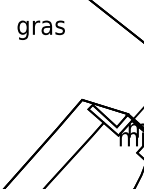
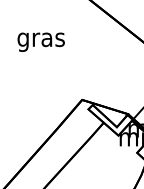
text at (40, 29) position: (40, 29) -> (40, 41)
